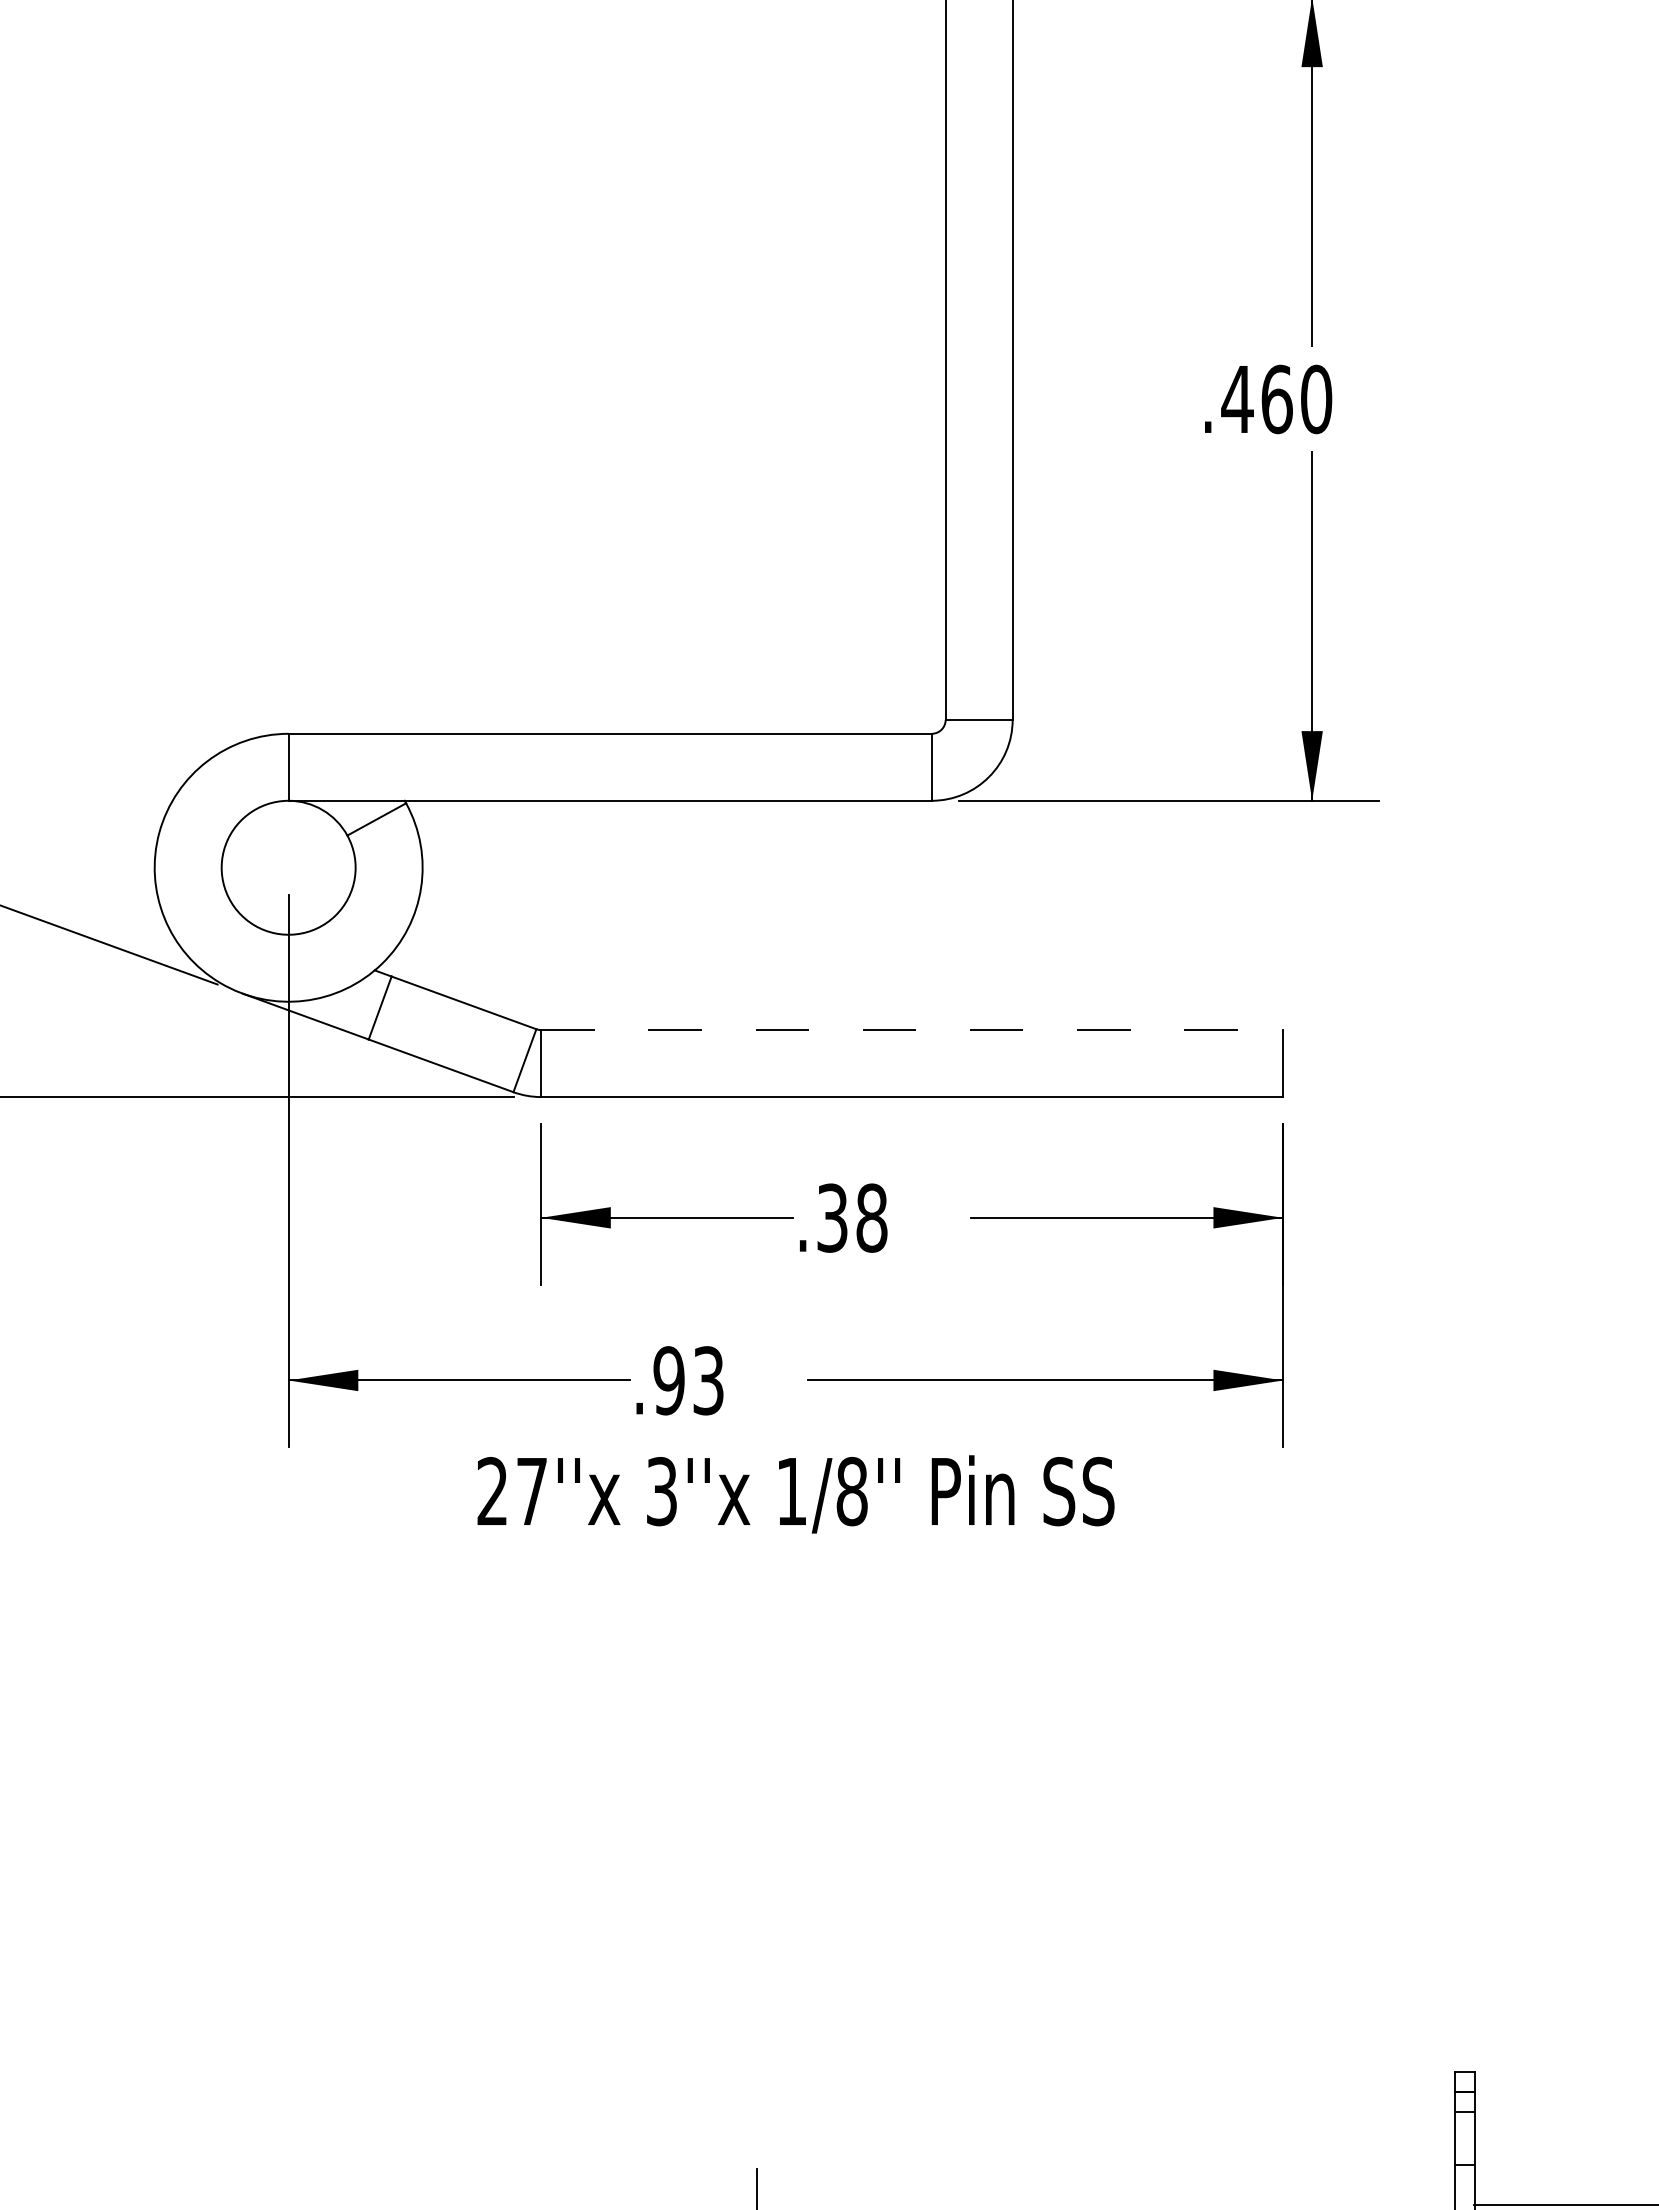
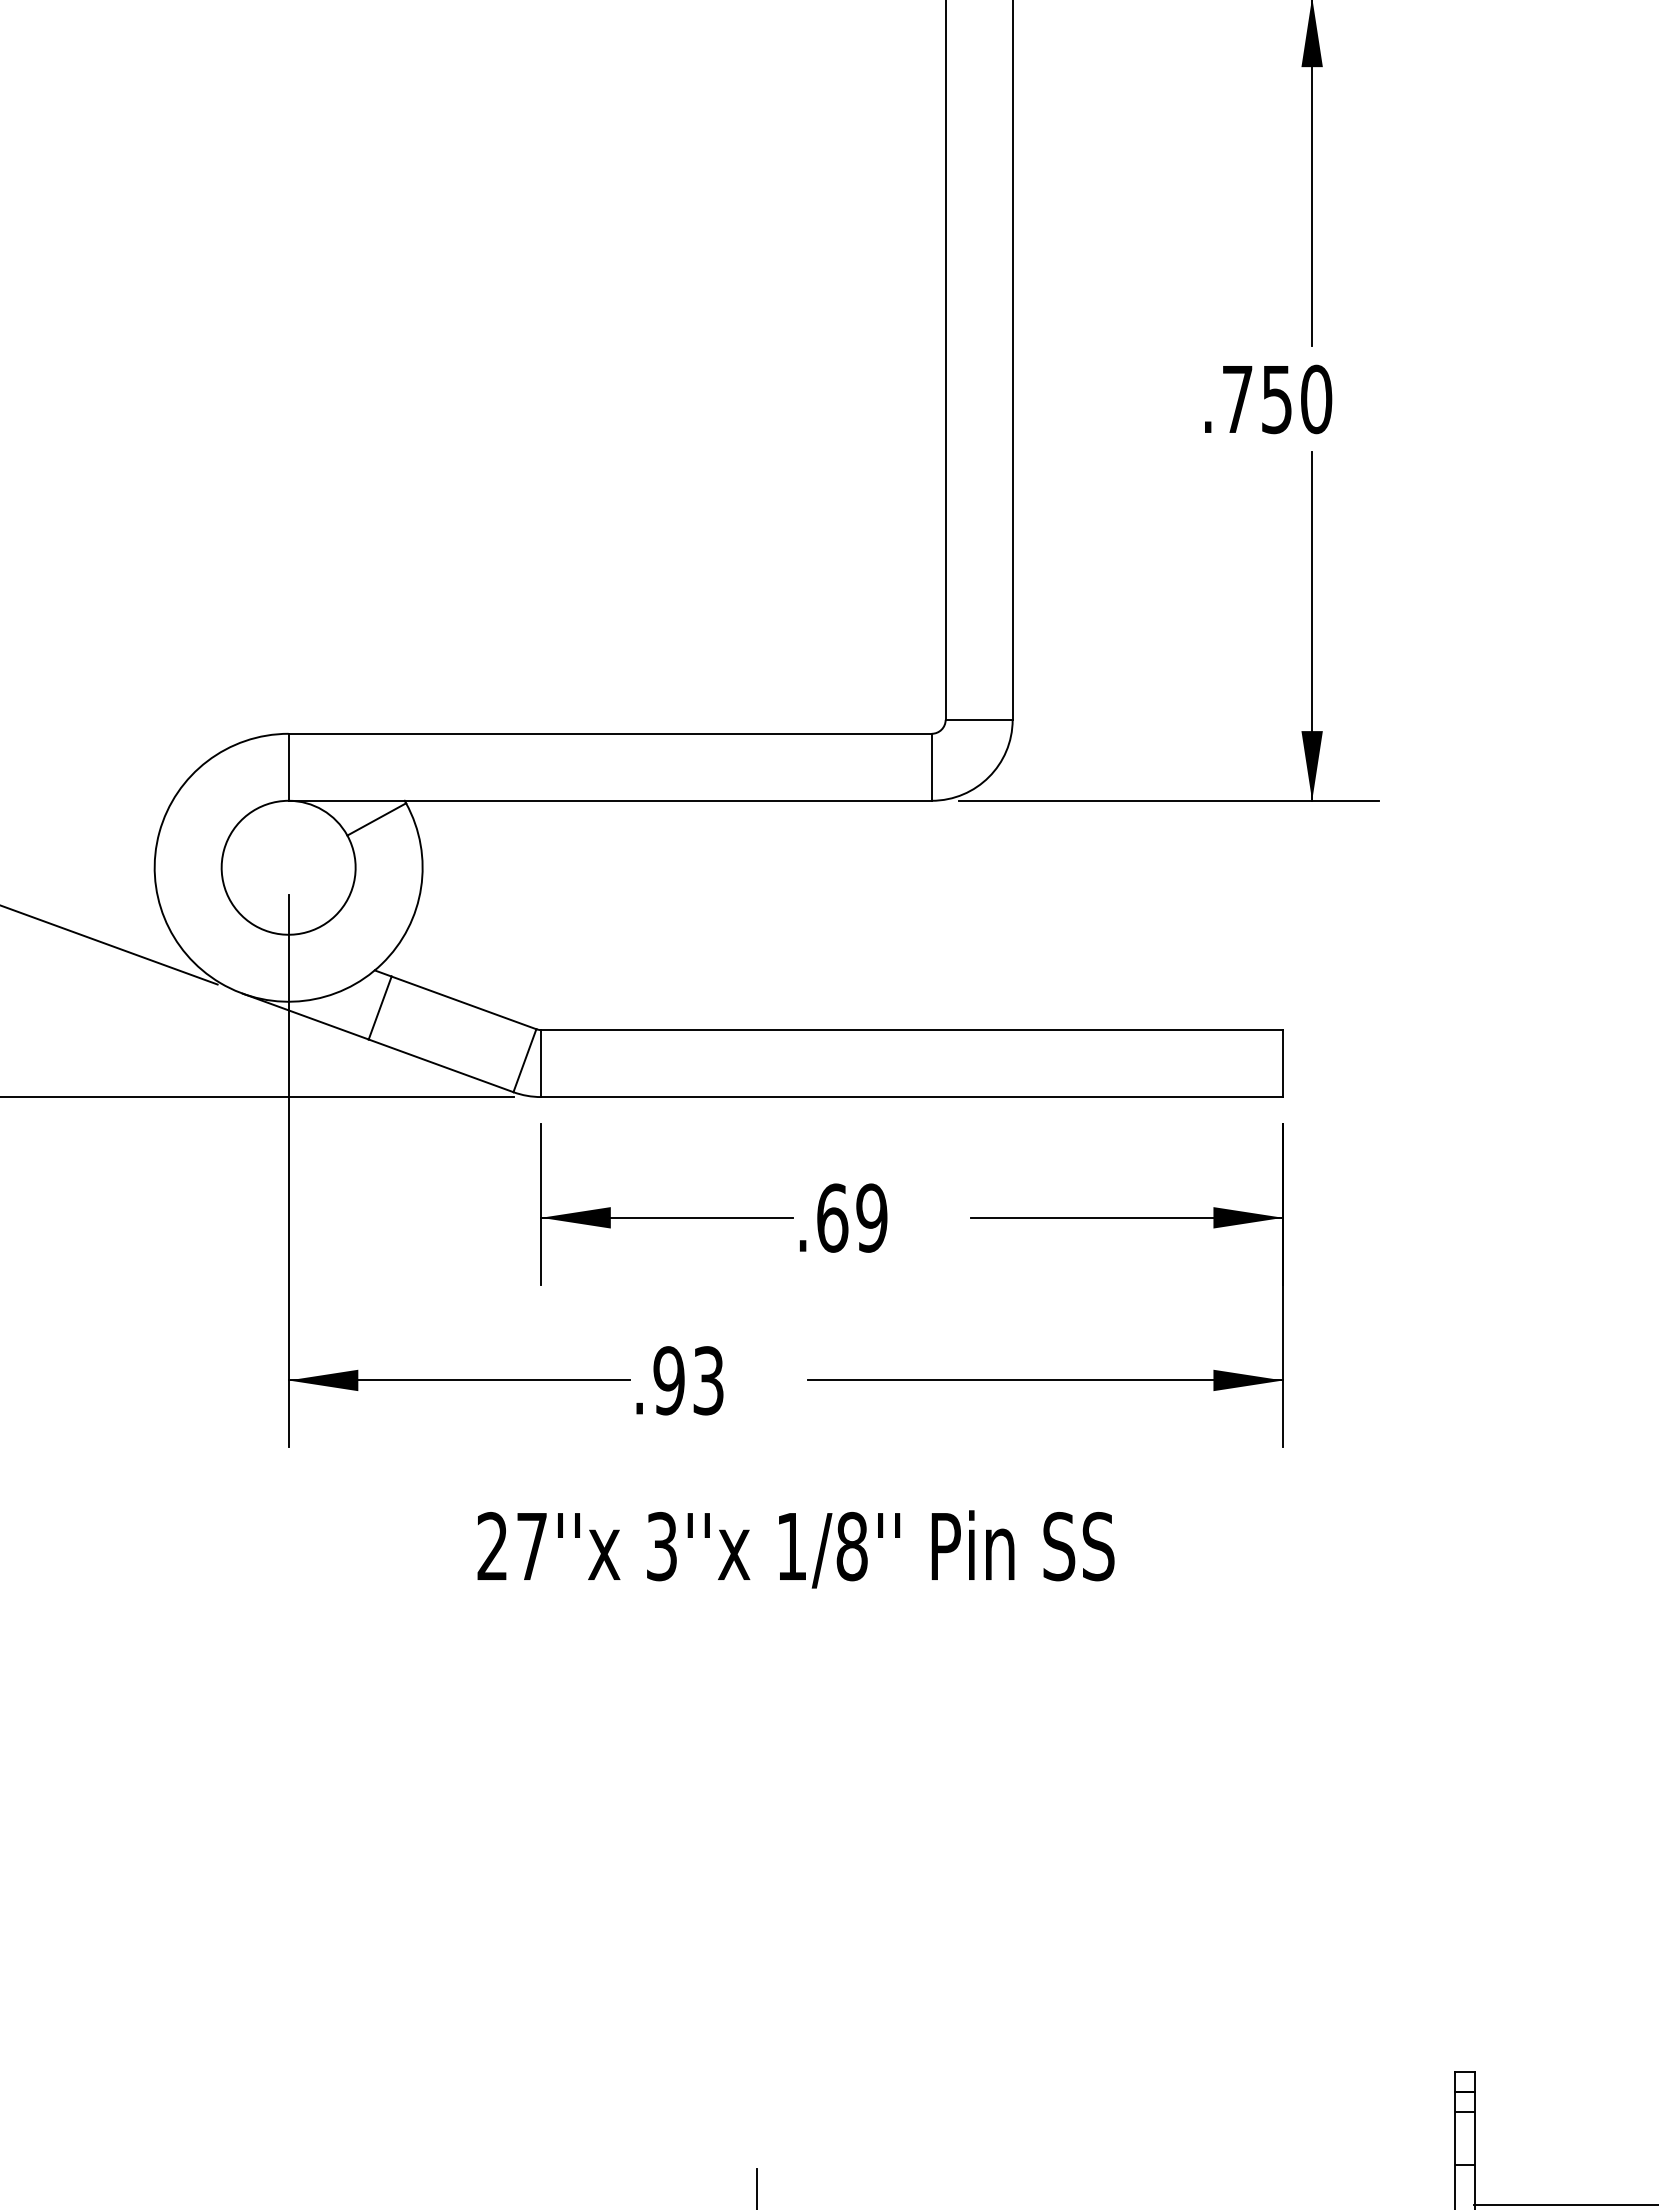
text at (1256, 399): .460 -> .750
line at (912, 1030): dashed -> solid
text at (852, 1217): .38 -> .69
text at (795, 1494) position: (795, 1494) -> (795, 1549)
